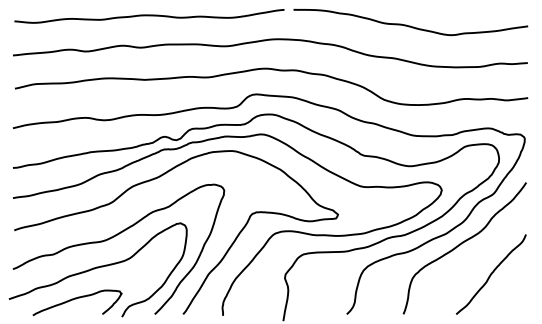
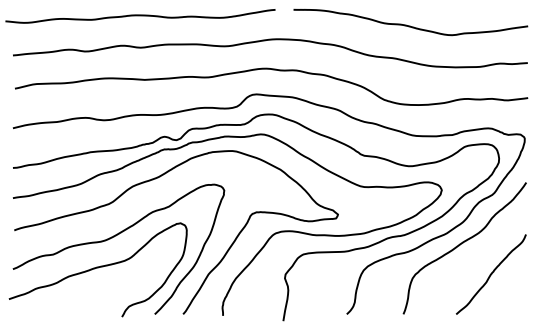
curve at (149, 16) position: (149, 16) -> (140, 16)
curve at (76, 299): present -> none
